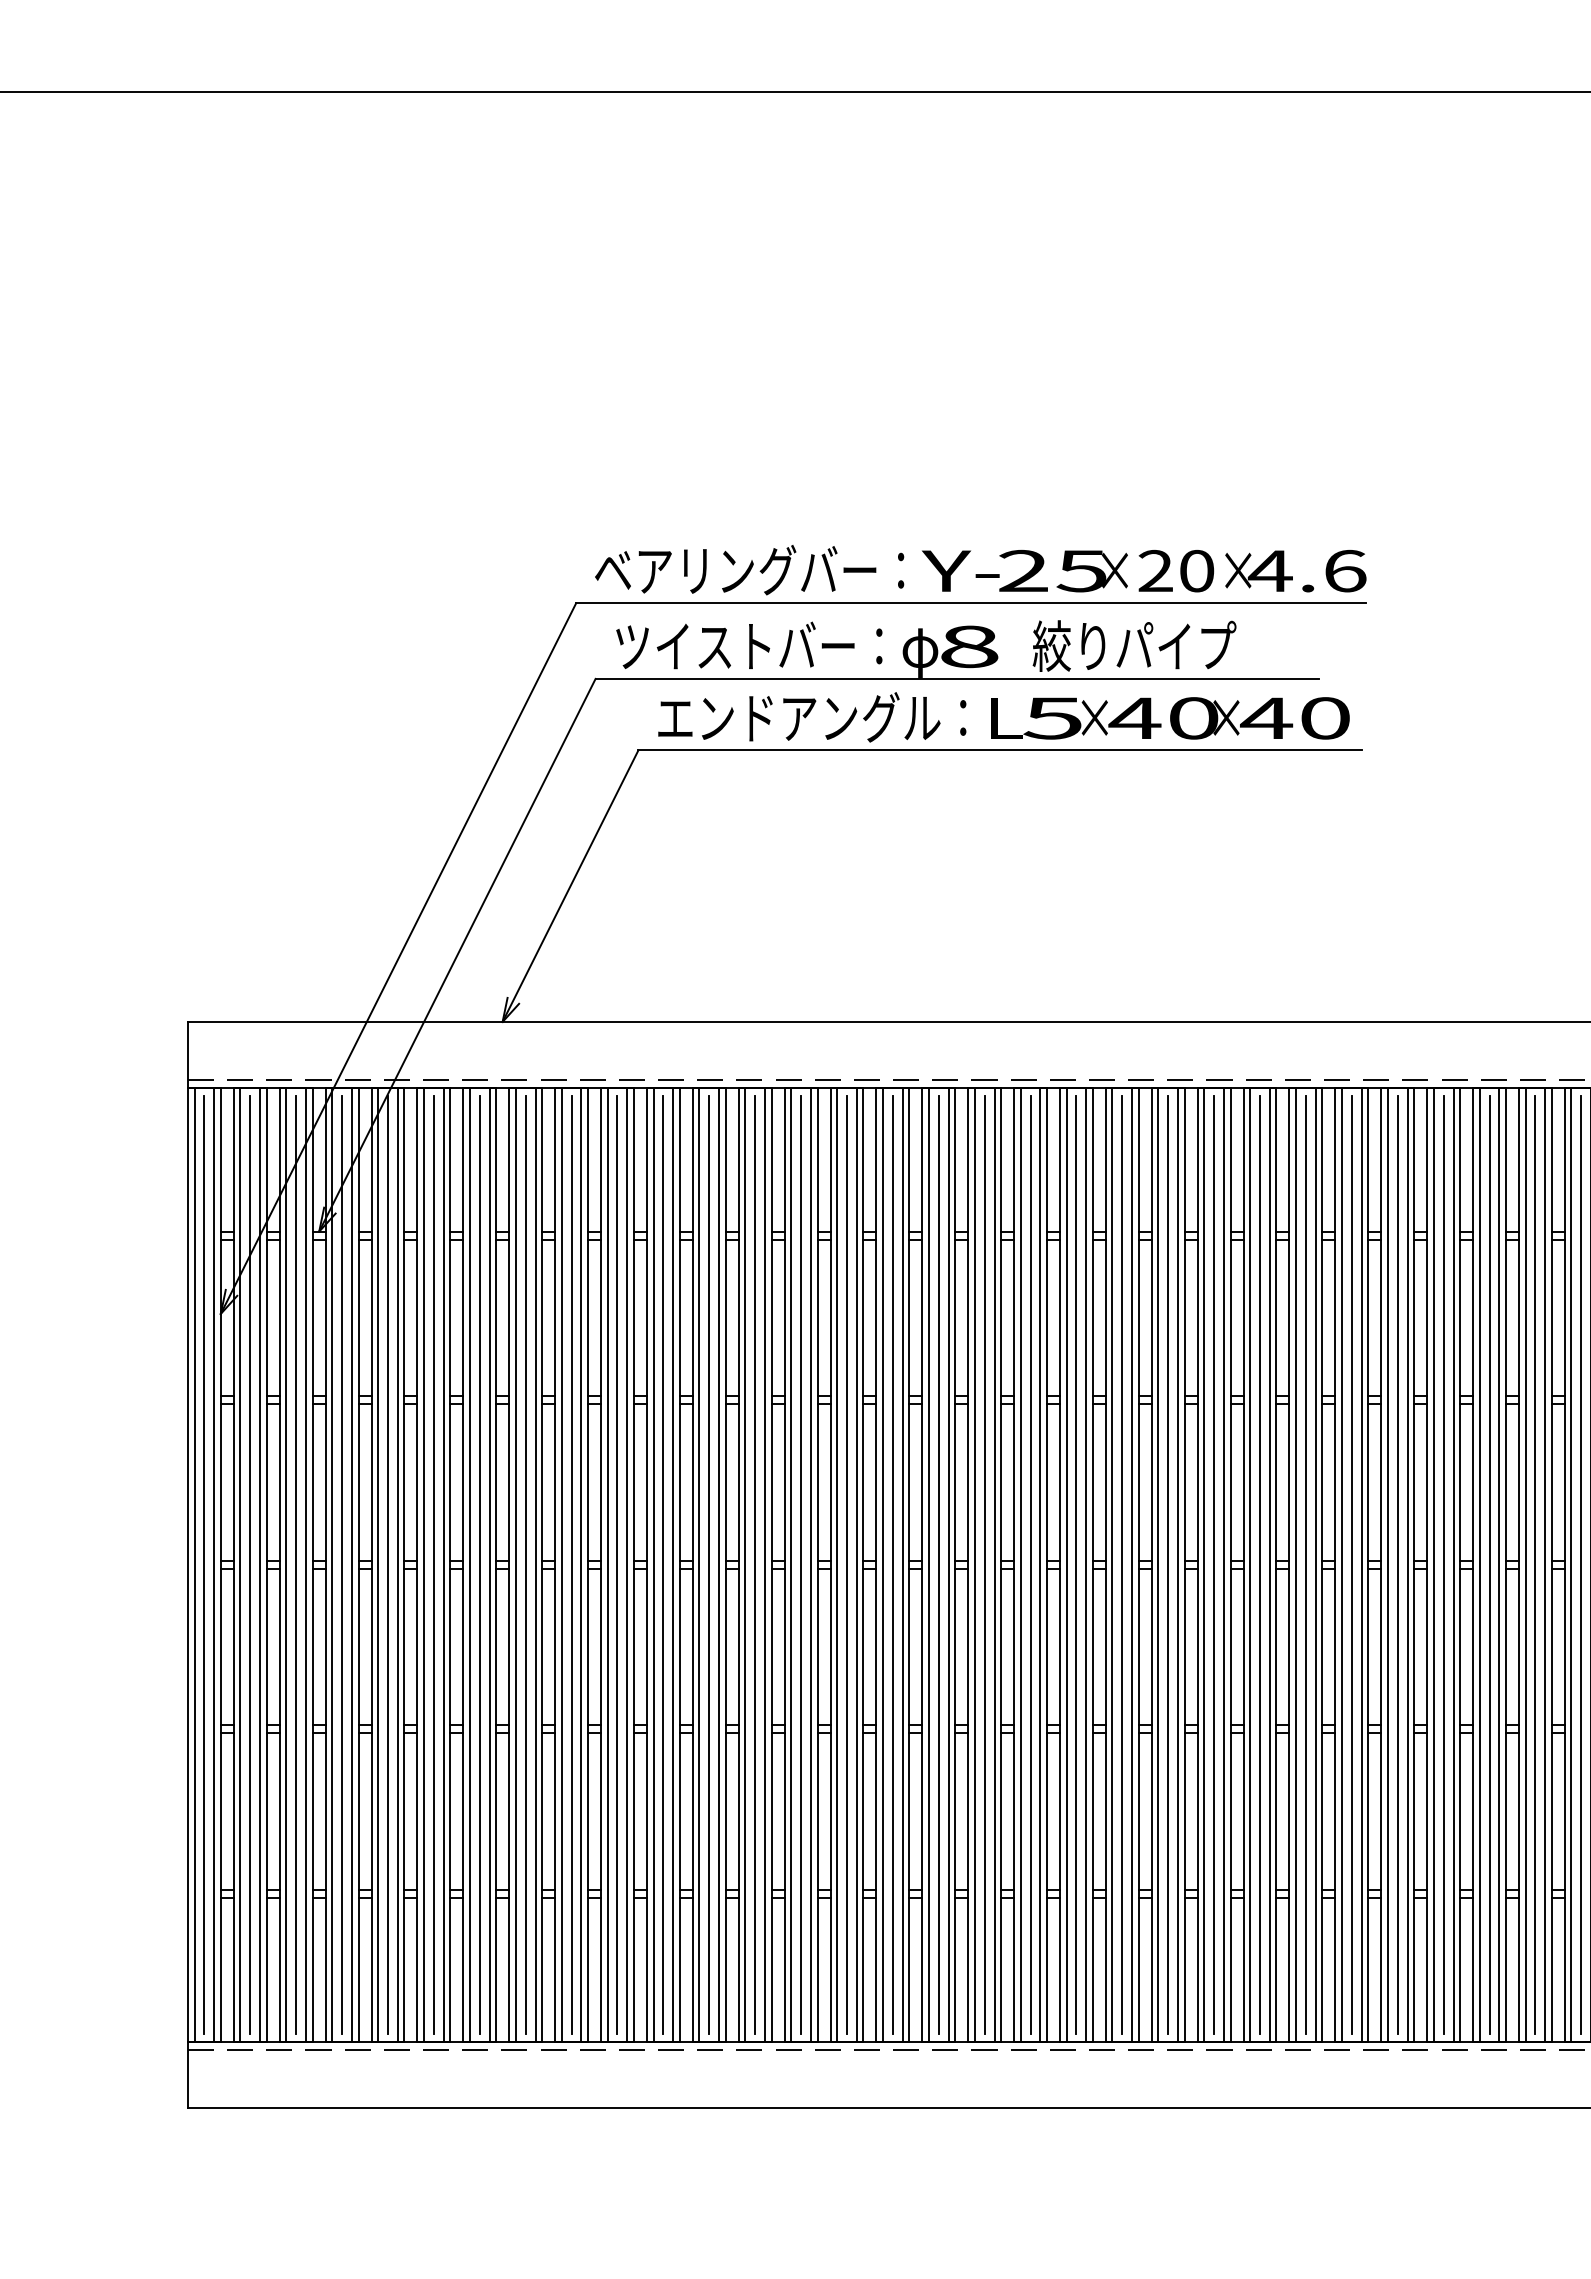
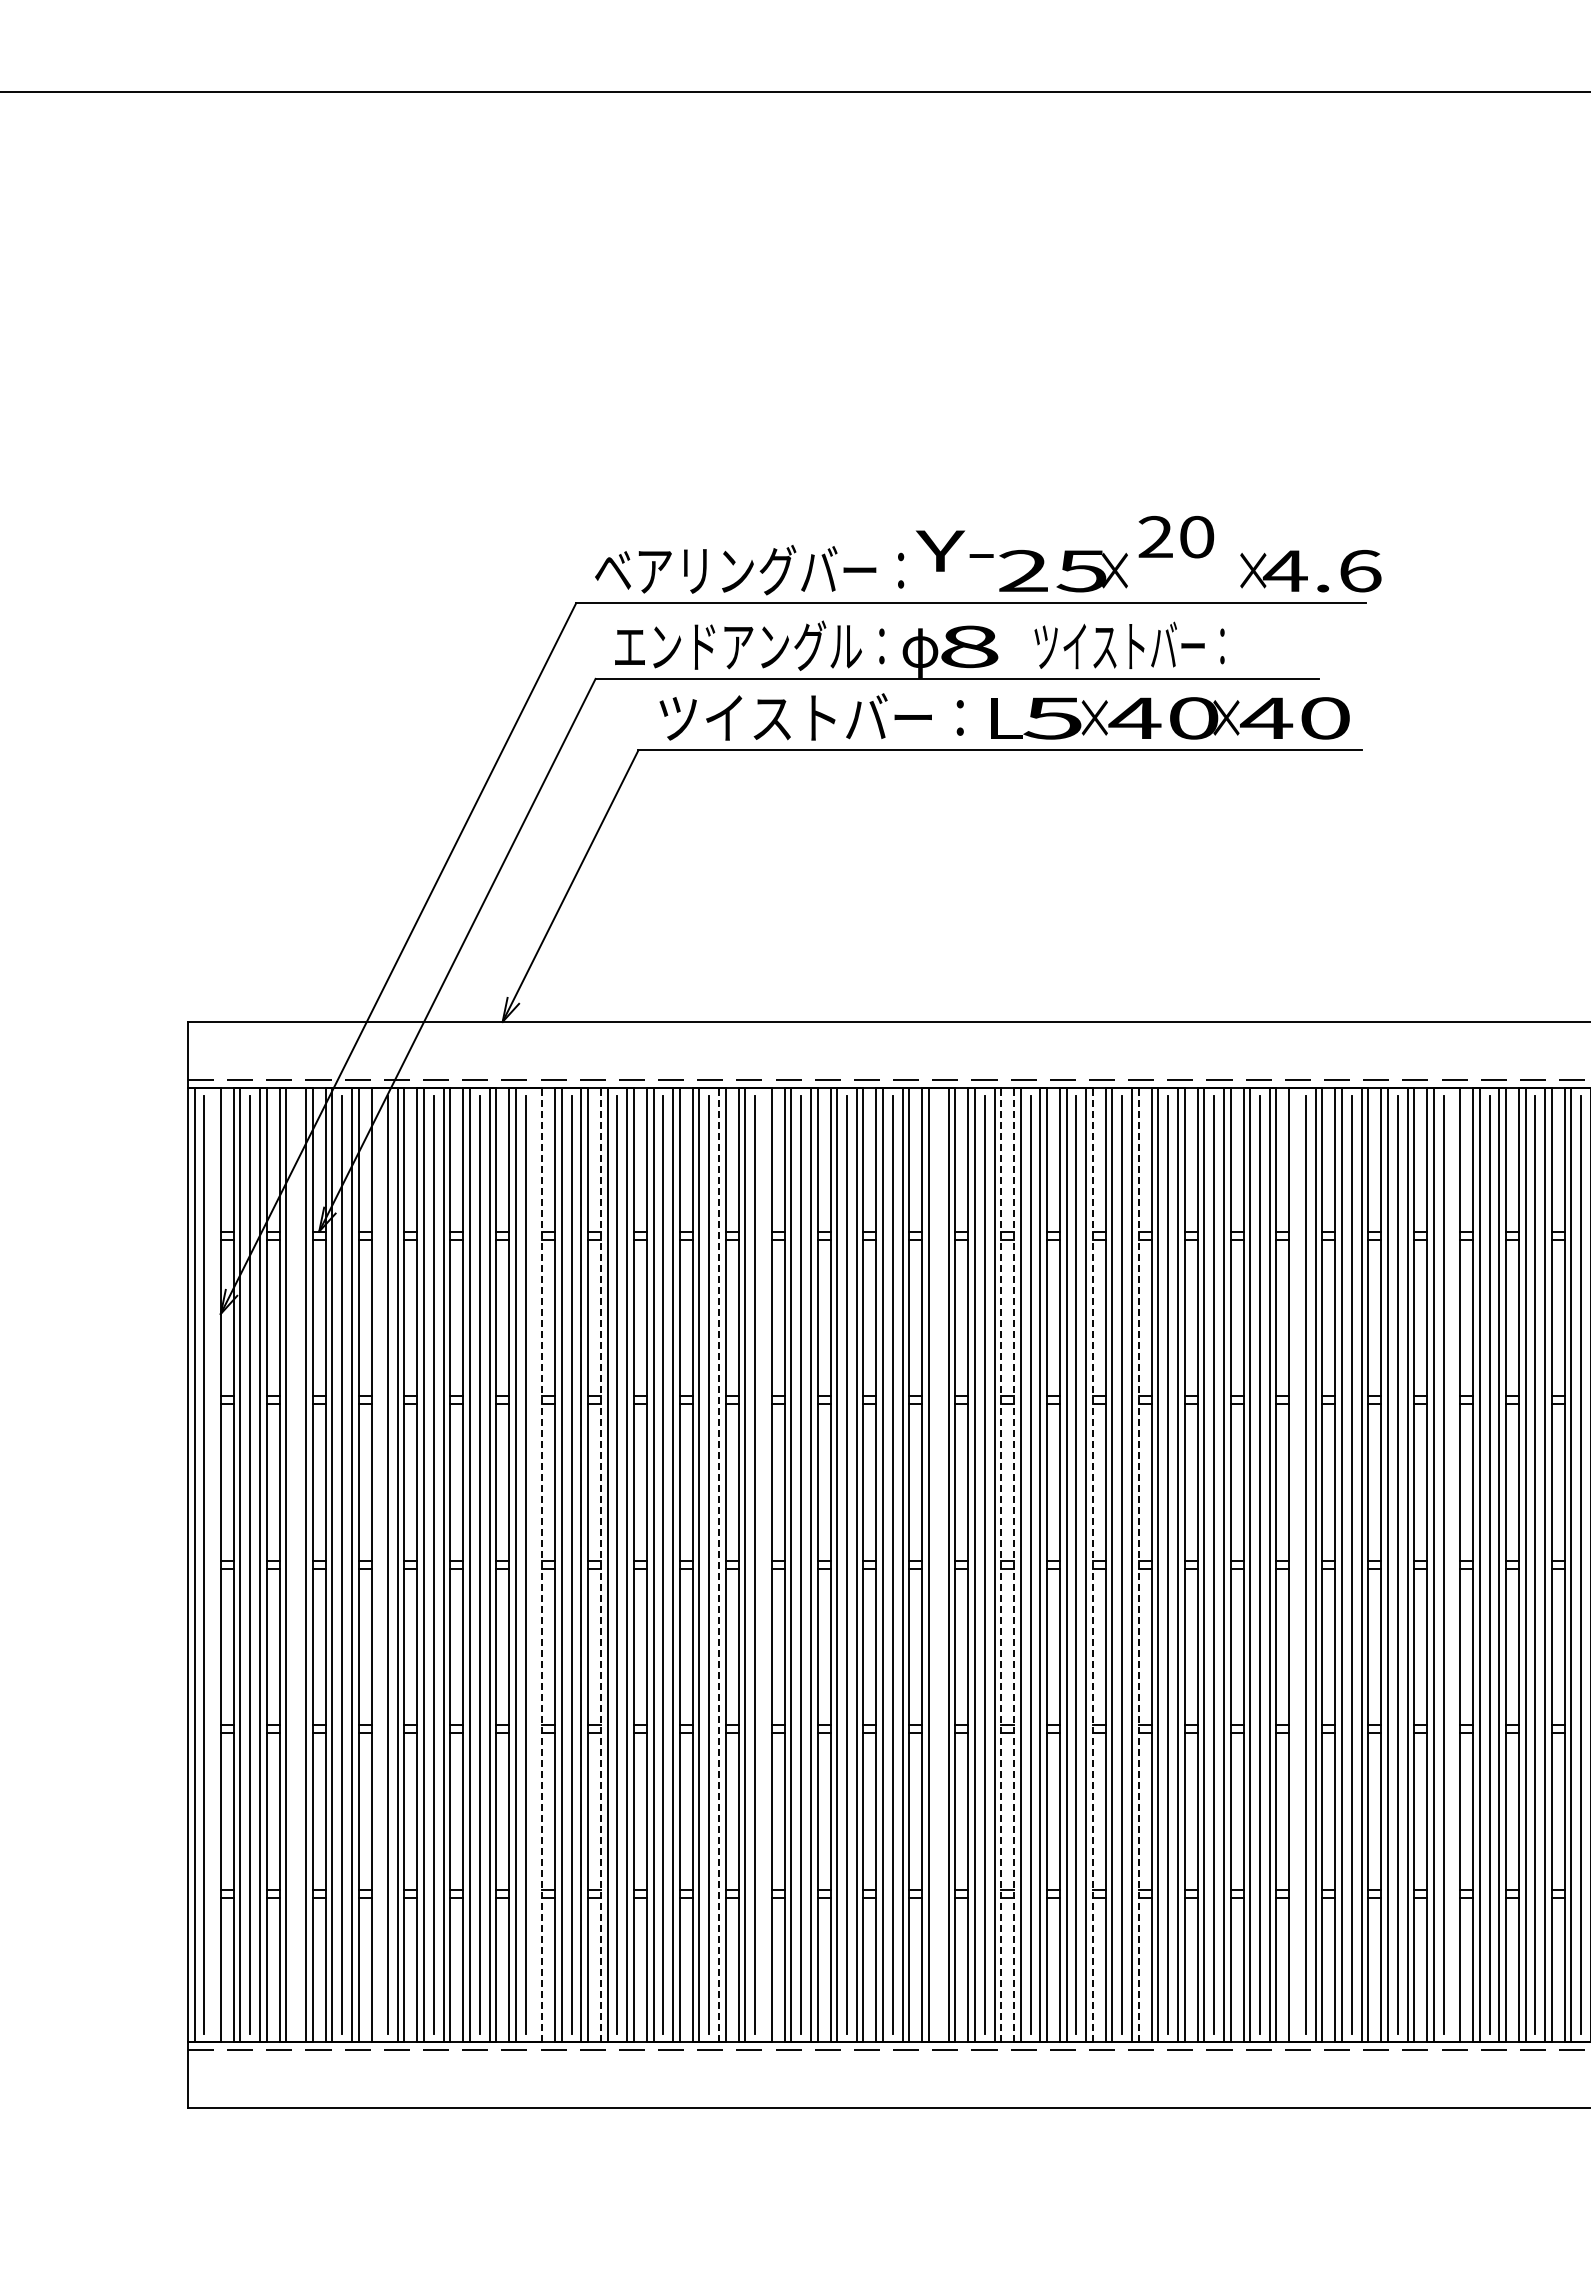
text at (960, 570) position: (960, 570) -> (954, 550)
text at (1176, 571) position: (1176, 571) -> (1176, 537)
text at (1295, 571) position: (1295, 571) -> (1310, 571)
text at (749, 645): ツイストバー： -> エンドアングル：
text at (1134, 645): 絞りパイプ -> ツイストバー：
text at (812, 717): エンドアングル： -> ツイストバー：
line at (214, 1564): present -> none
line at (296, 1564): present -> none
line at (378, 1564): present -> none
line at (535, 1564): present -> none
line at (542, 1564): solid -> dashed
line at (601, 1564): solid -> dashed
line at (719, 1564): solid -> dashed
line at (765, 1564): present -> none
line at (938, 1564): present -> none
line at (1001, 1564): solid -> dashed
line at (1014, 1564): solid -> dashed
line at (1092, 1564): solid -> dashed
line at (1138, 1564): solid -> dashed
line at (1296, 1564): present -> none
line at (1453, 1564): present -> none
